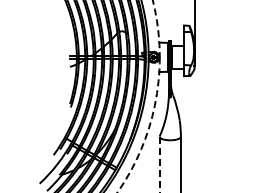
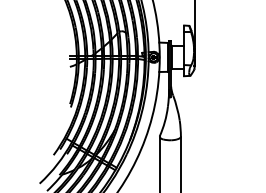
circle at (138, 96): dashed -> solid
line at (159, 164): dashed -> solid
